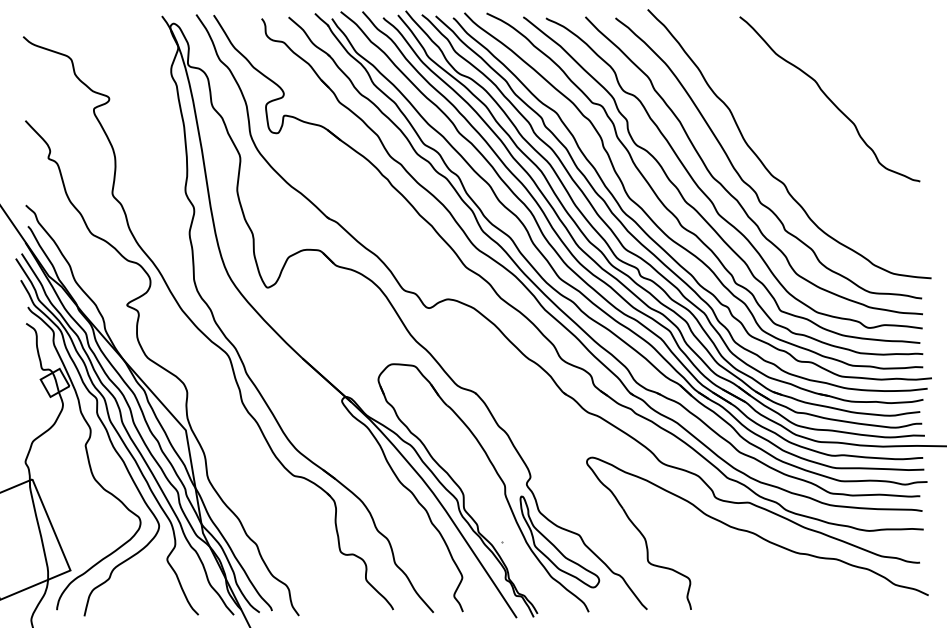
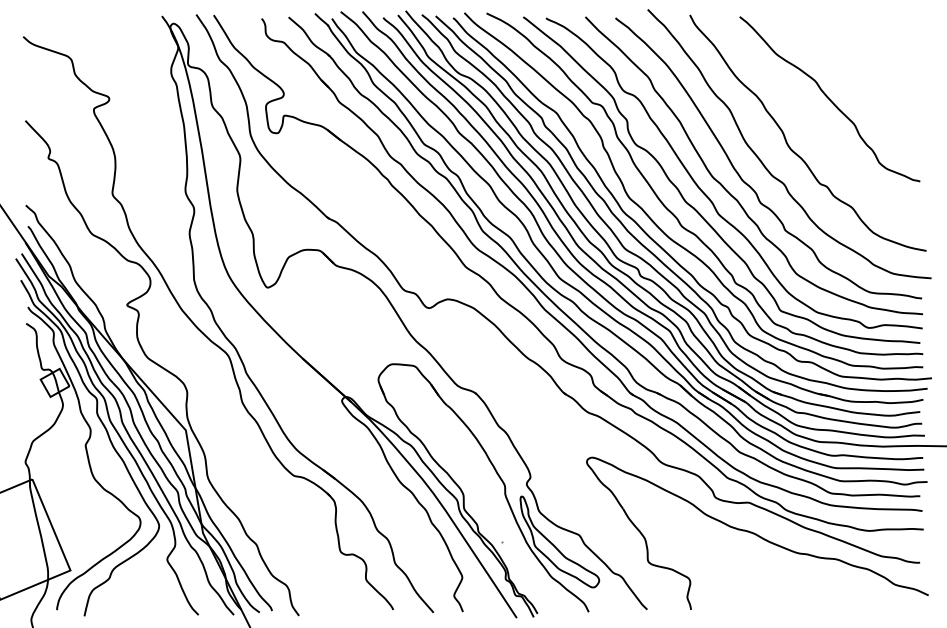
curve at (786, 138): none -> present
